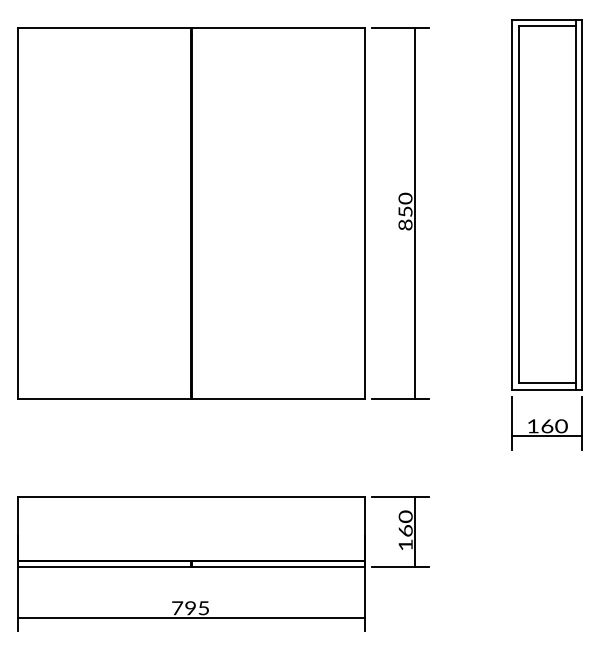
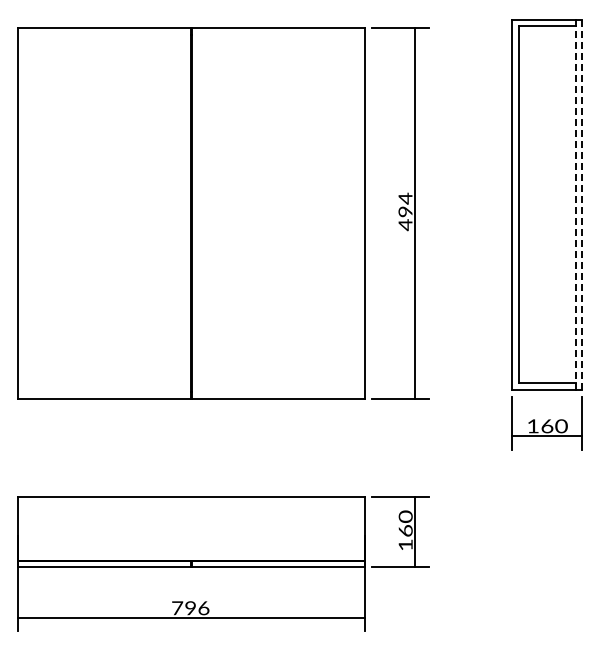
line at (575, 204): solid -> dashed
line at (581, 205): solid -> dashed
text at (405, 211): 850 -> 494
text at (203, 608): 795 -> 796
